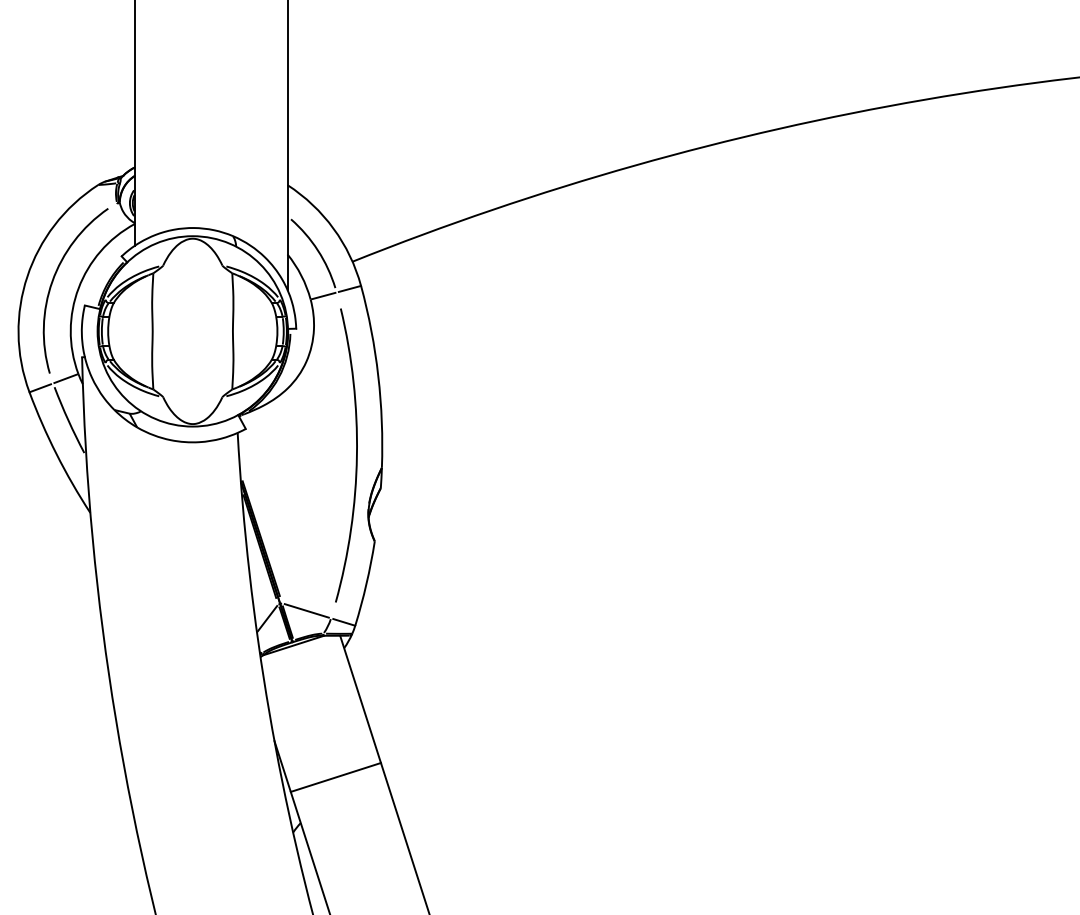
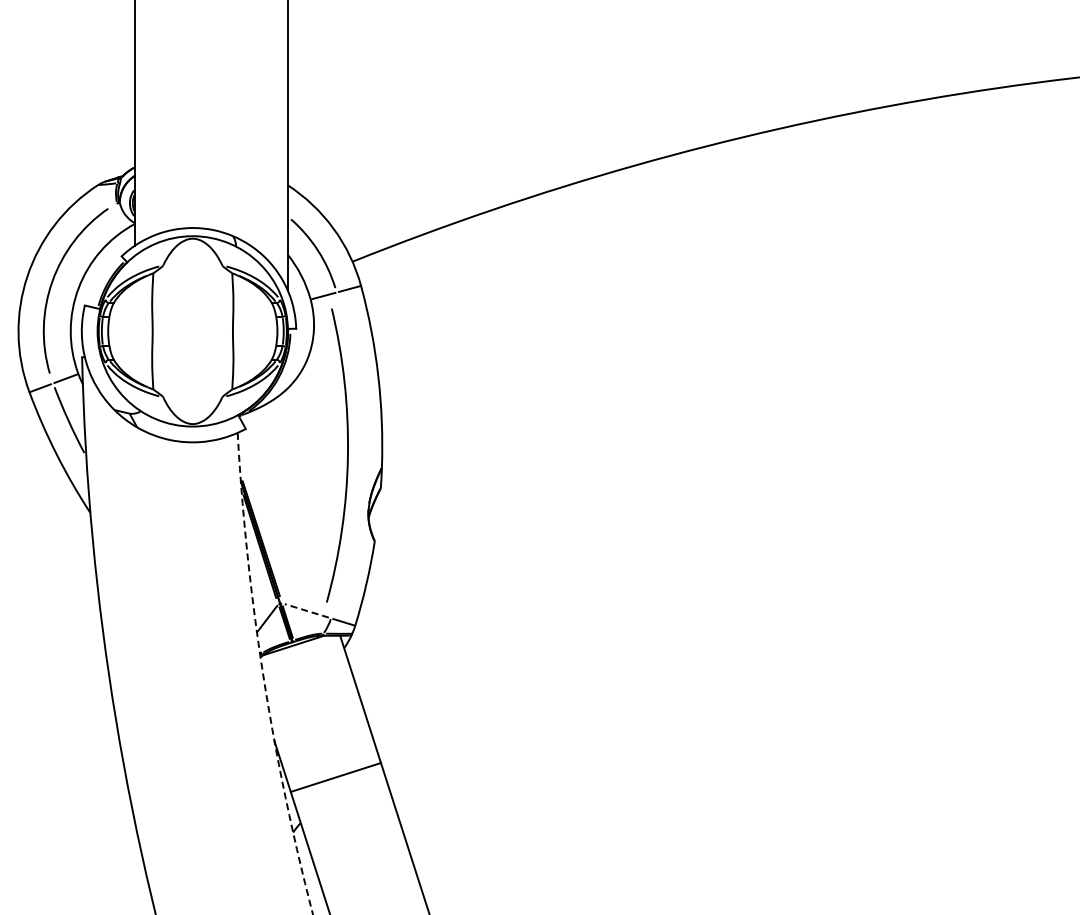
arc at (356, 455) position: (356, 455) -> (347, 455)
line at (306, 610): solid -> dashed
arc at (263, 675): solid -> dashed
